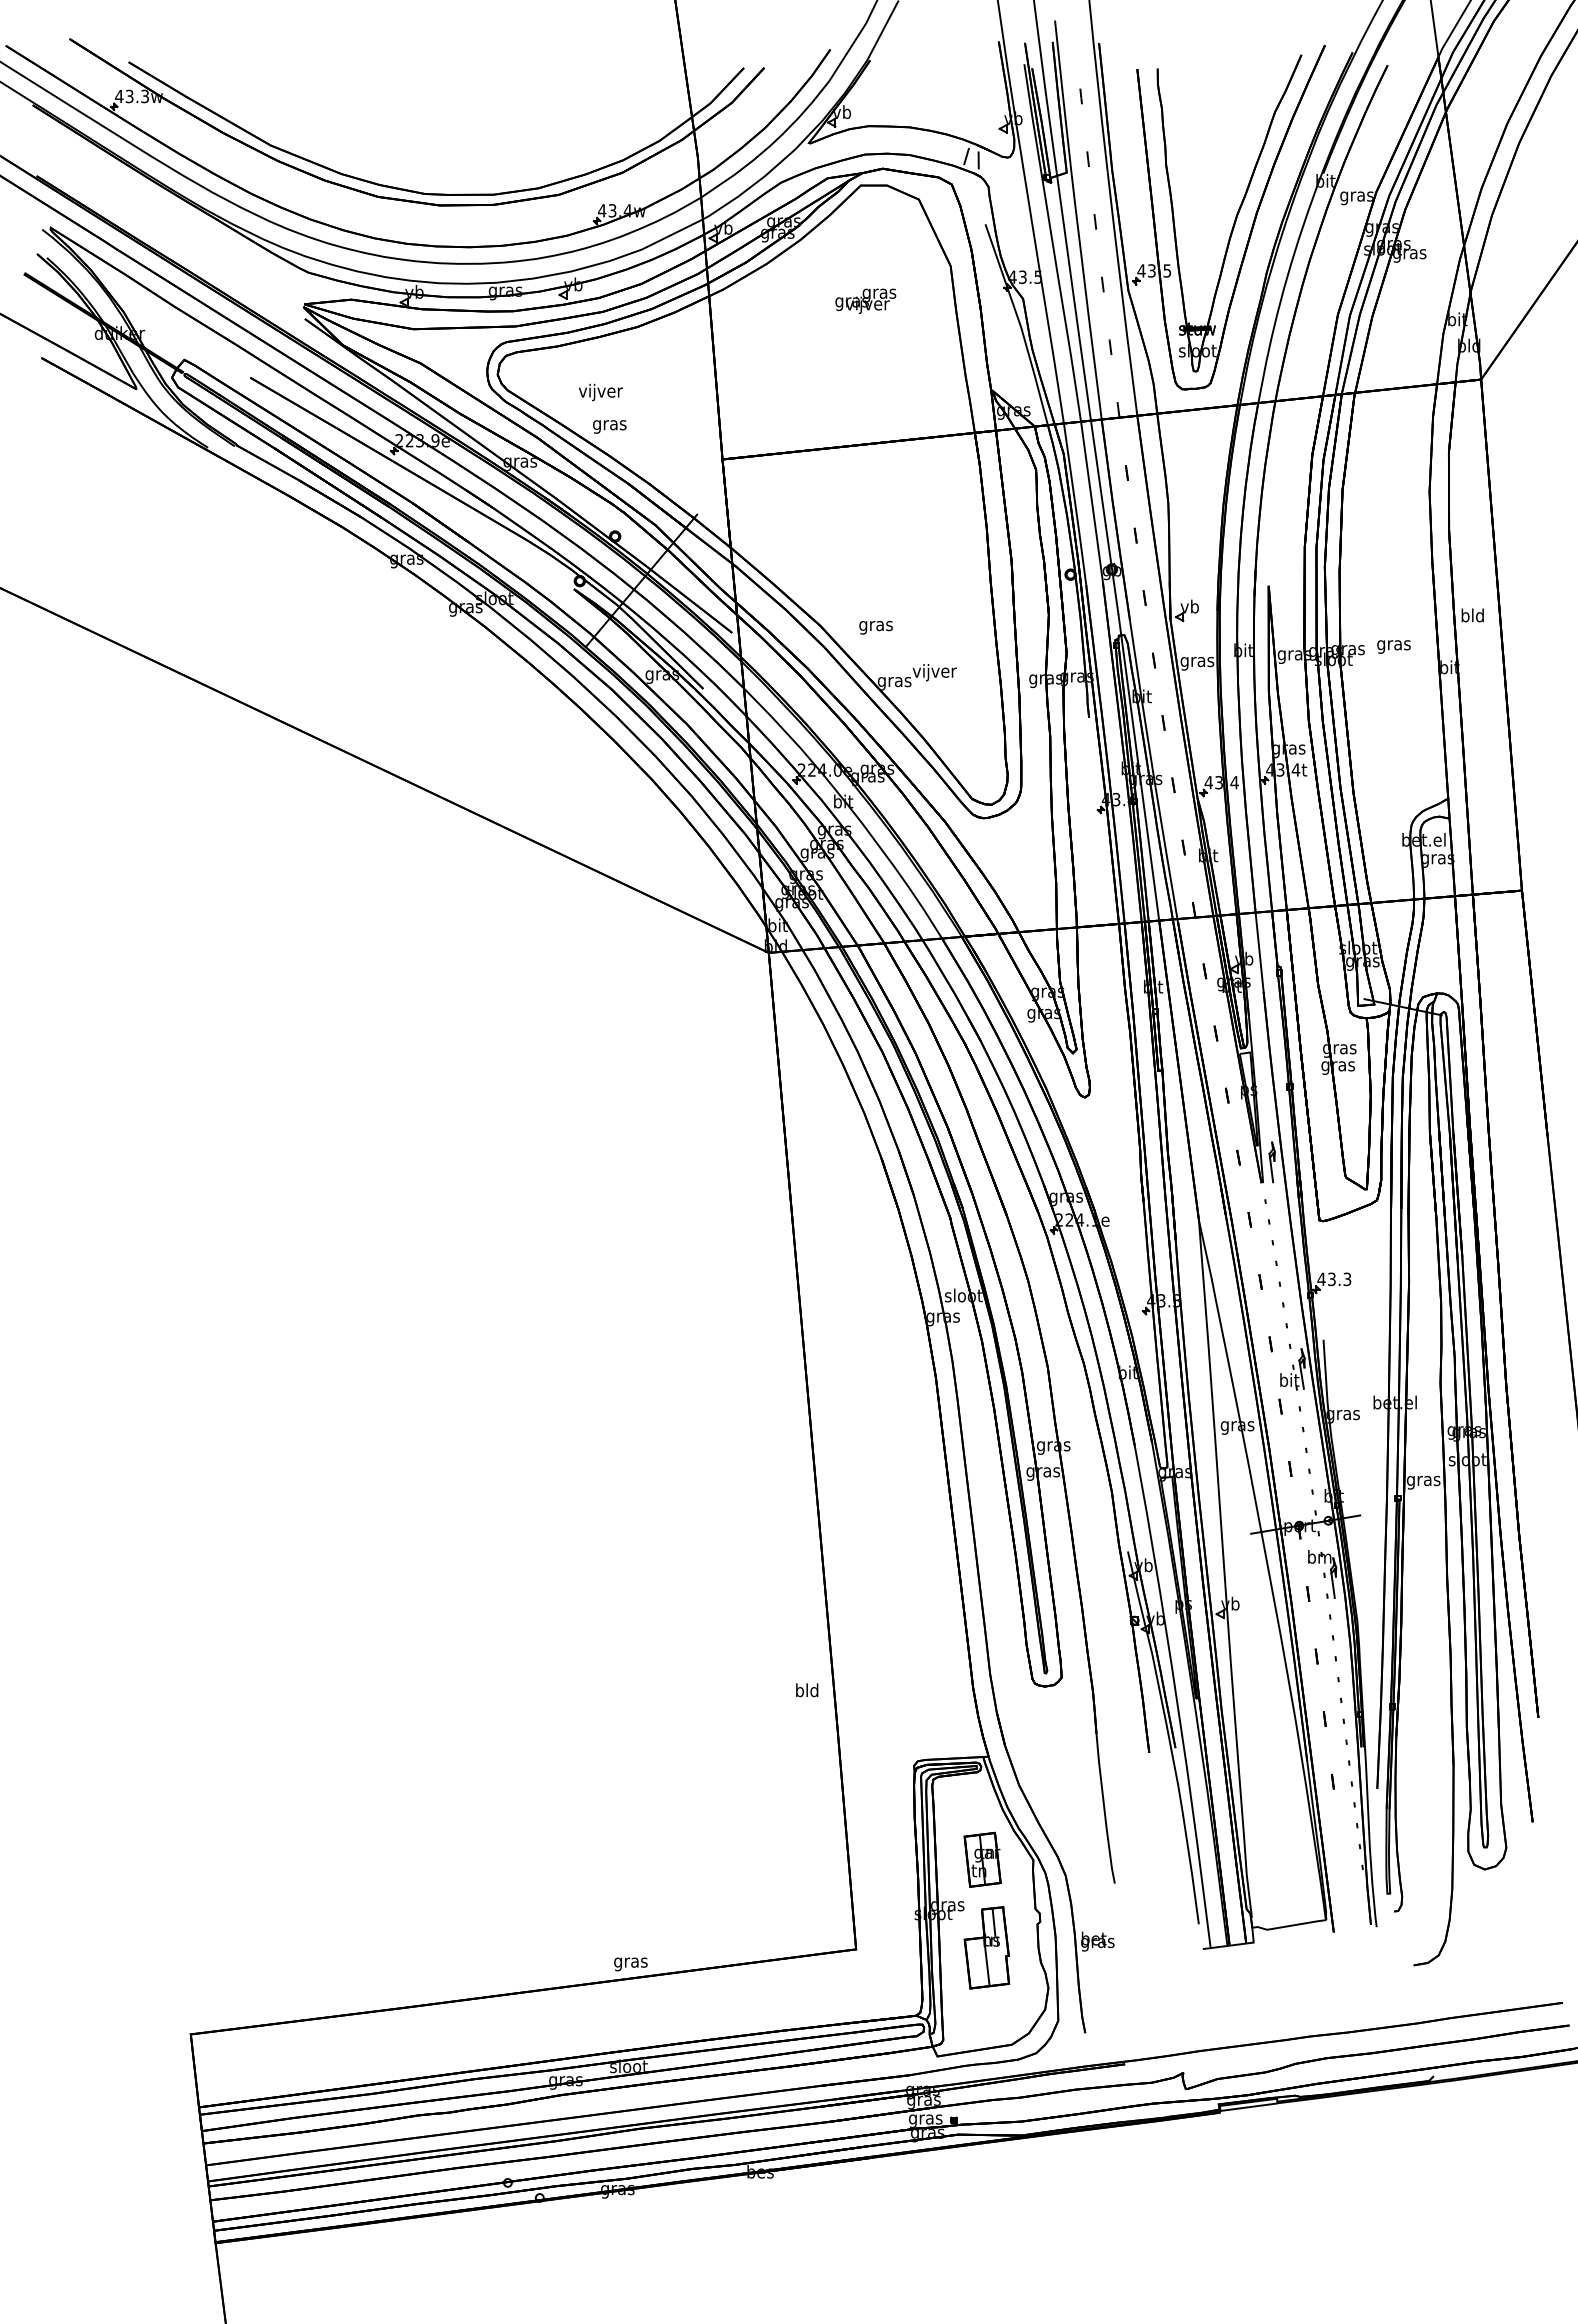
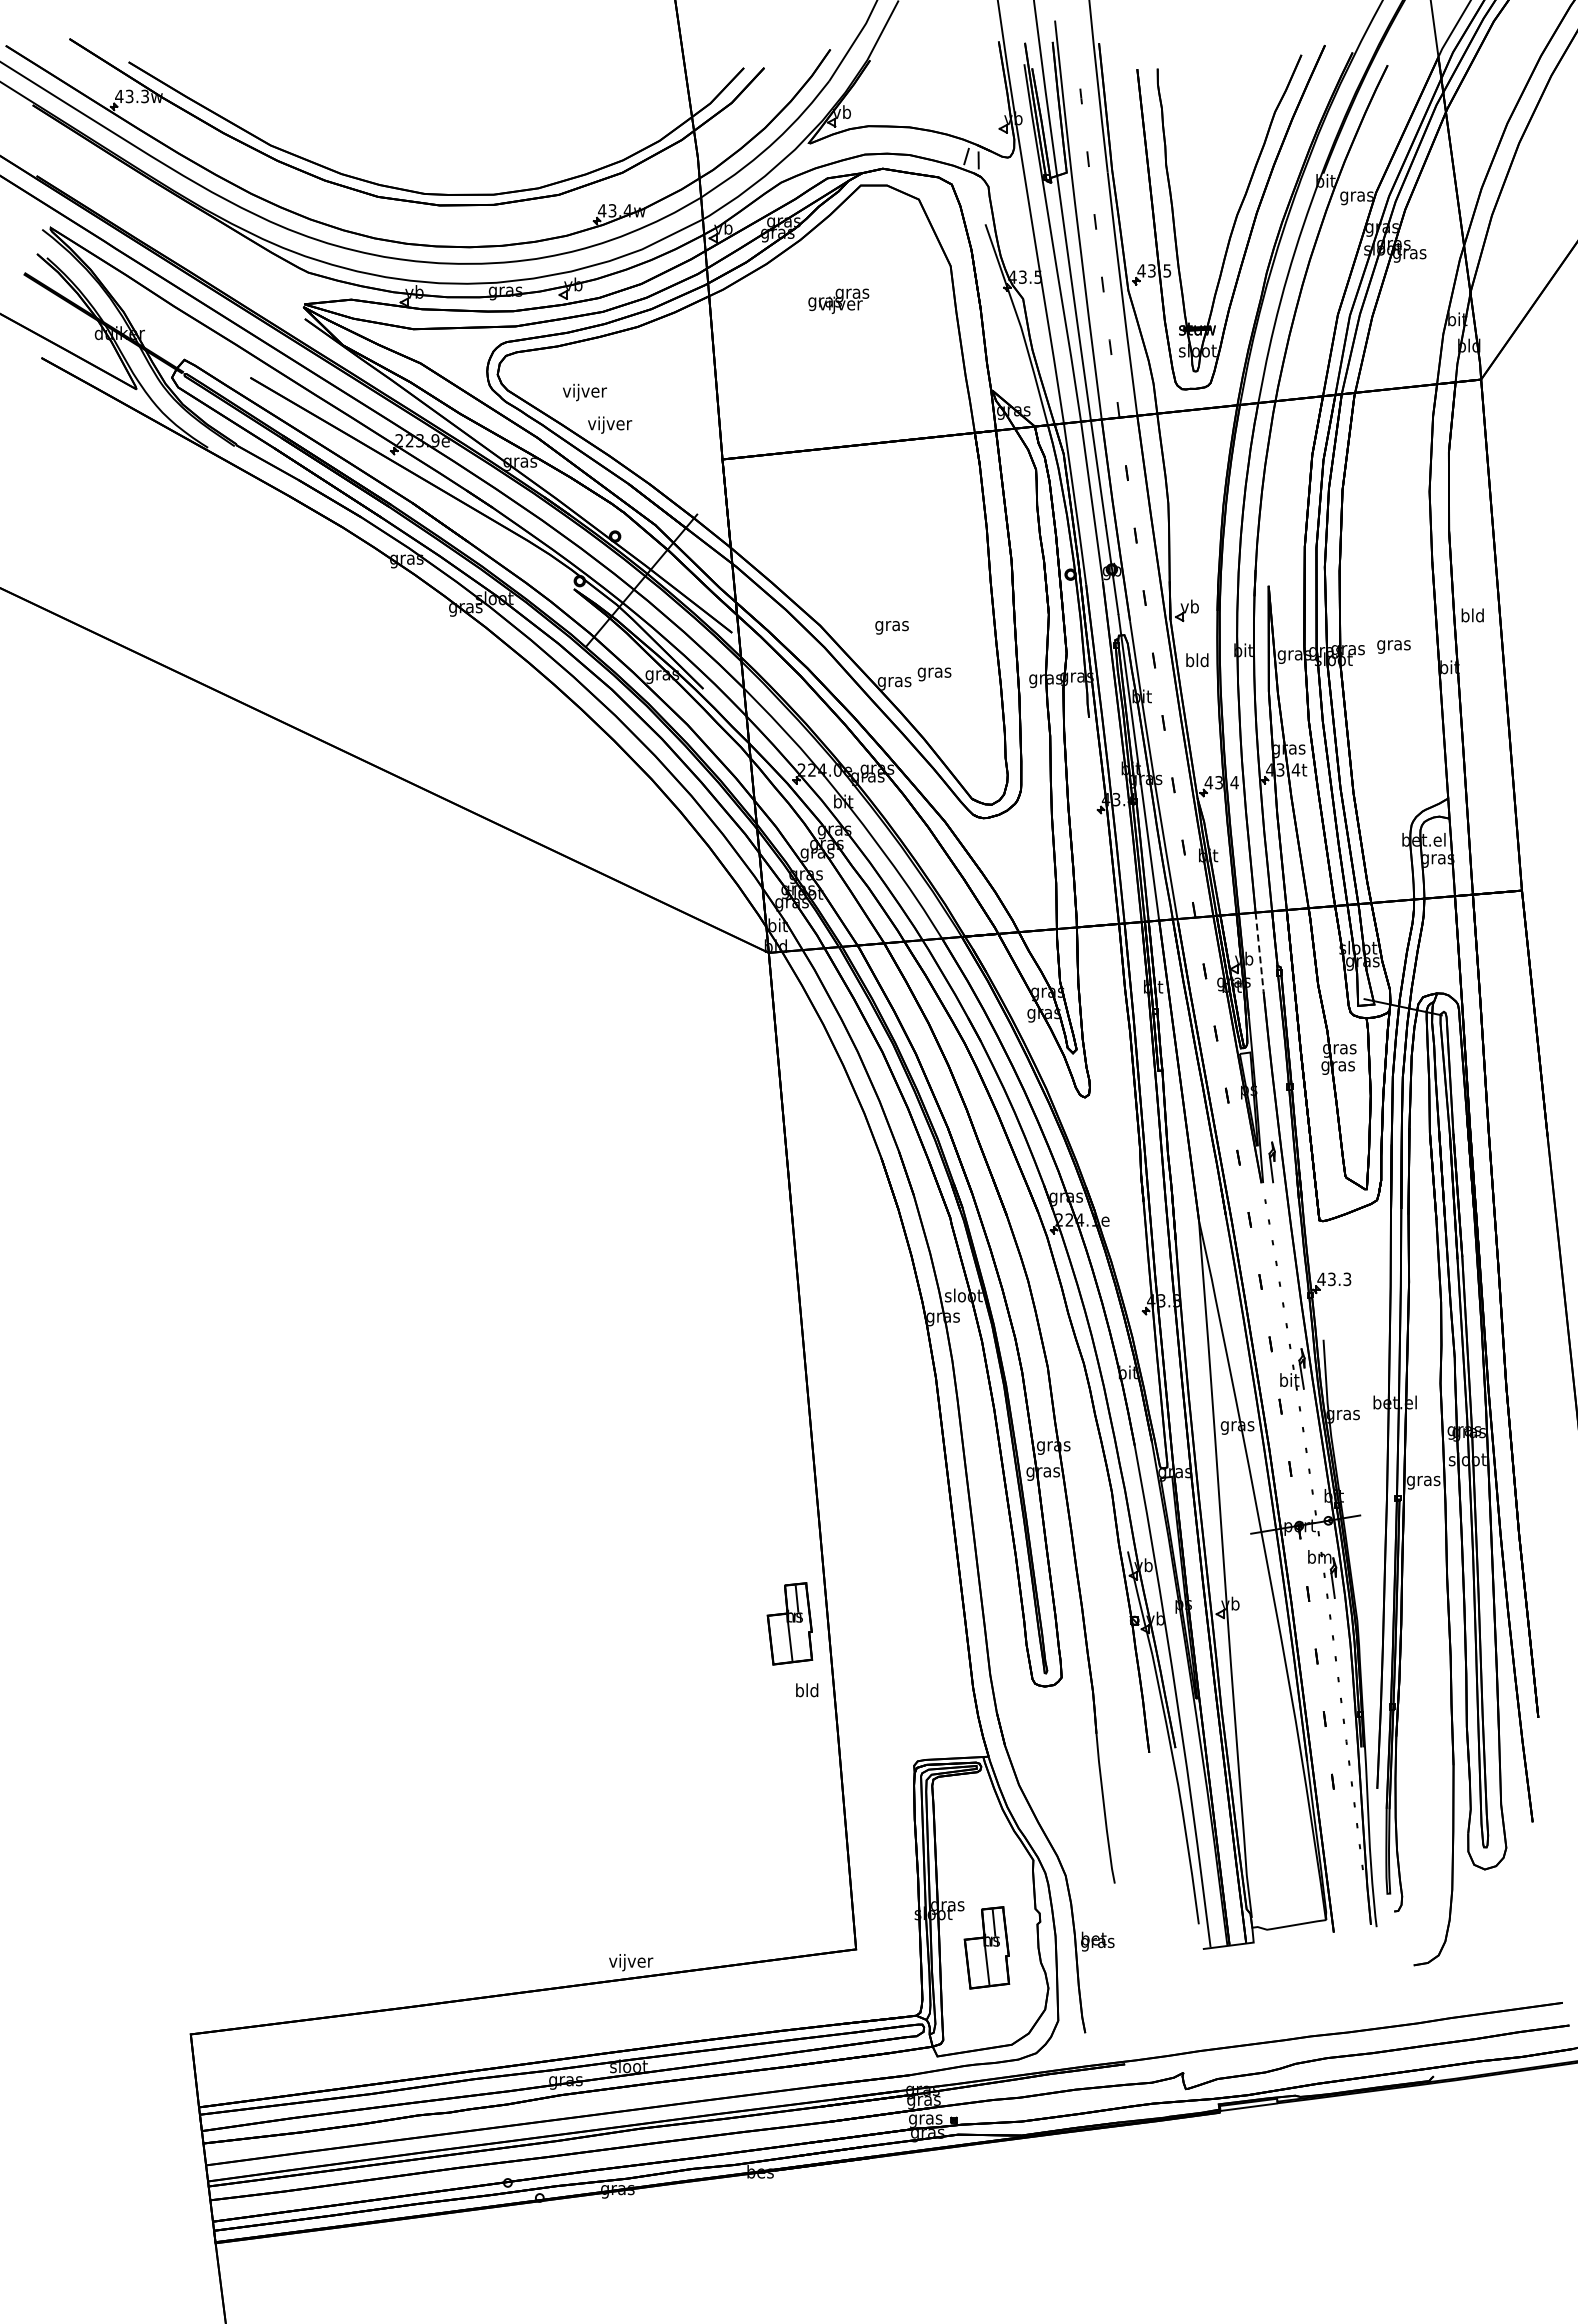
text at (865, 300) position: (865, 300) -> (838, 300)
text at (600, 392) position: (600, 392) -> (584, 392)
text at (610, 424): gras -> vijver
text at (875, 627) position: (875, 627) -> (891, 627)
text at (1197, 661): gras -> bld
text at (934, 672): vijver -> gras
line at (1259, 952): solid -> dashed
part at (789, 1623): none -> present
part at (982, 1859): present -> none
text at (631, 1962): gras -> vijver
